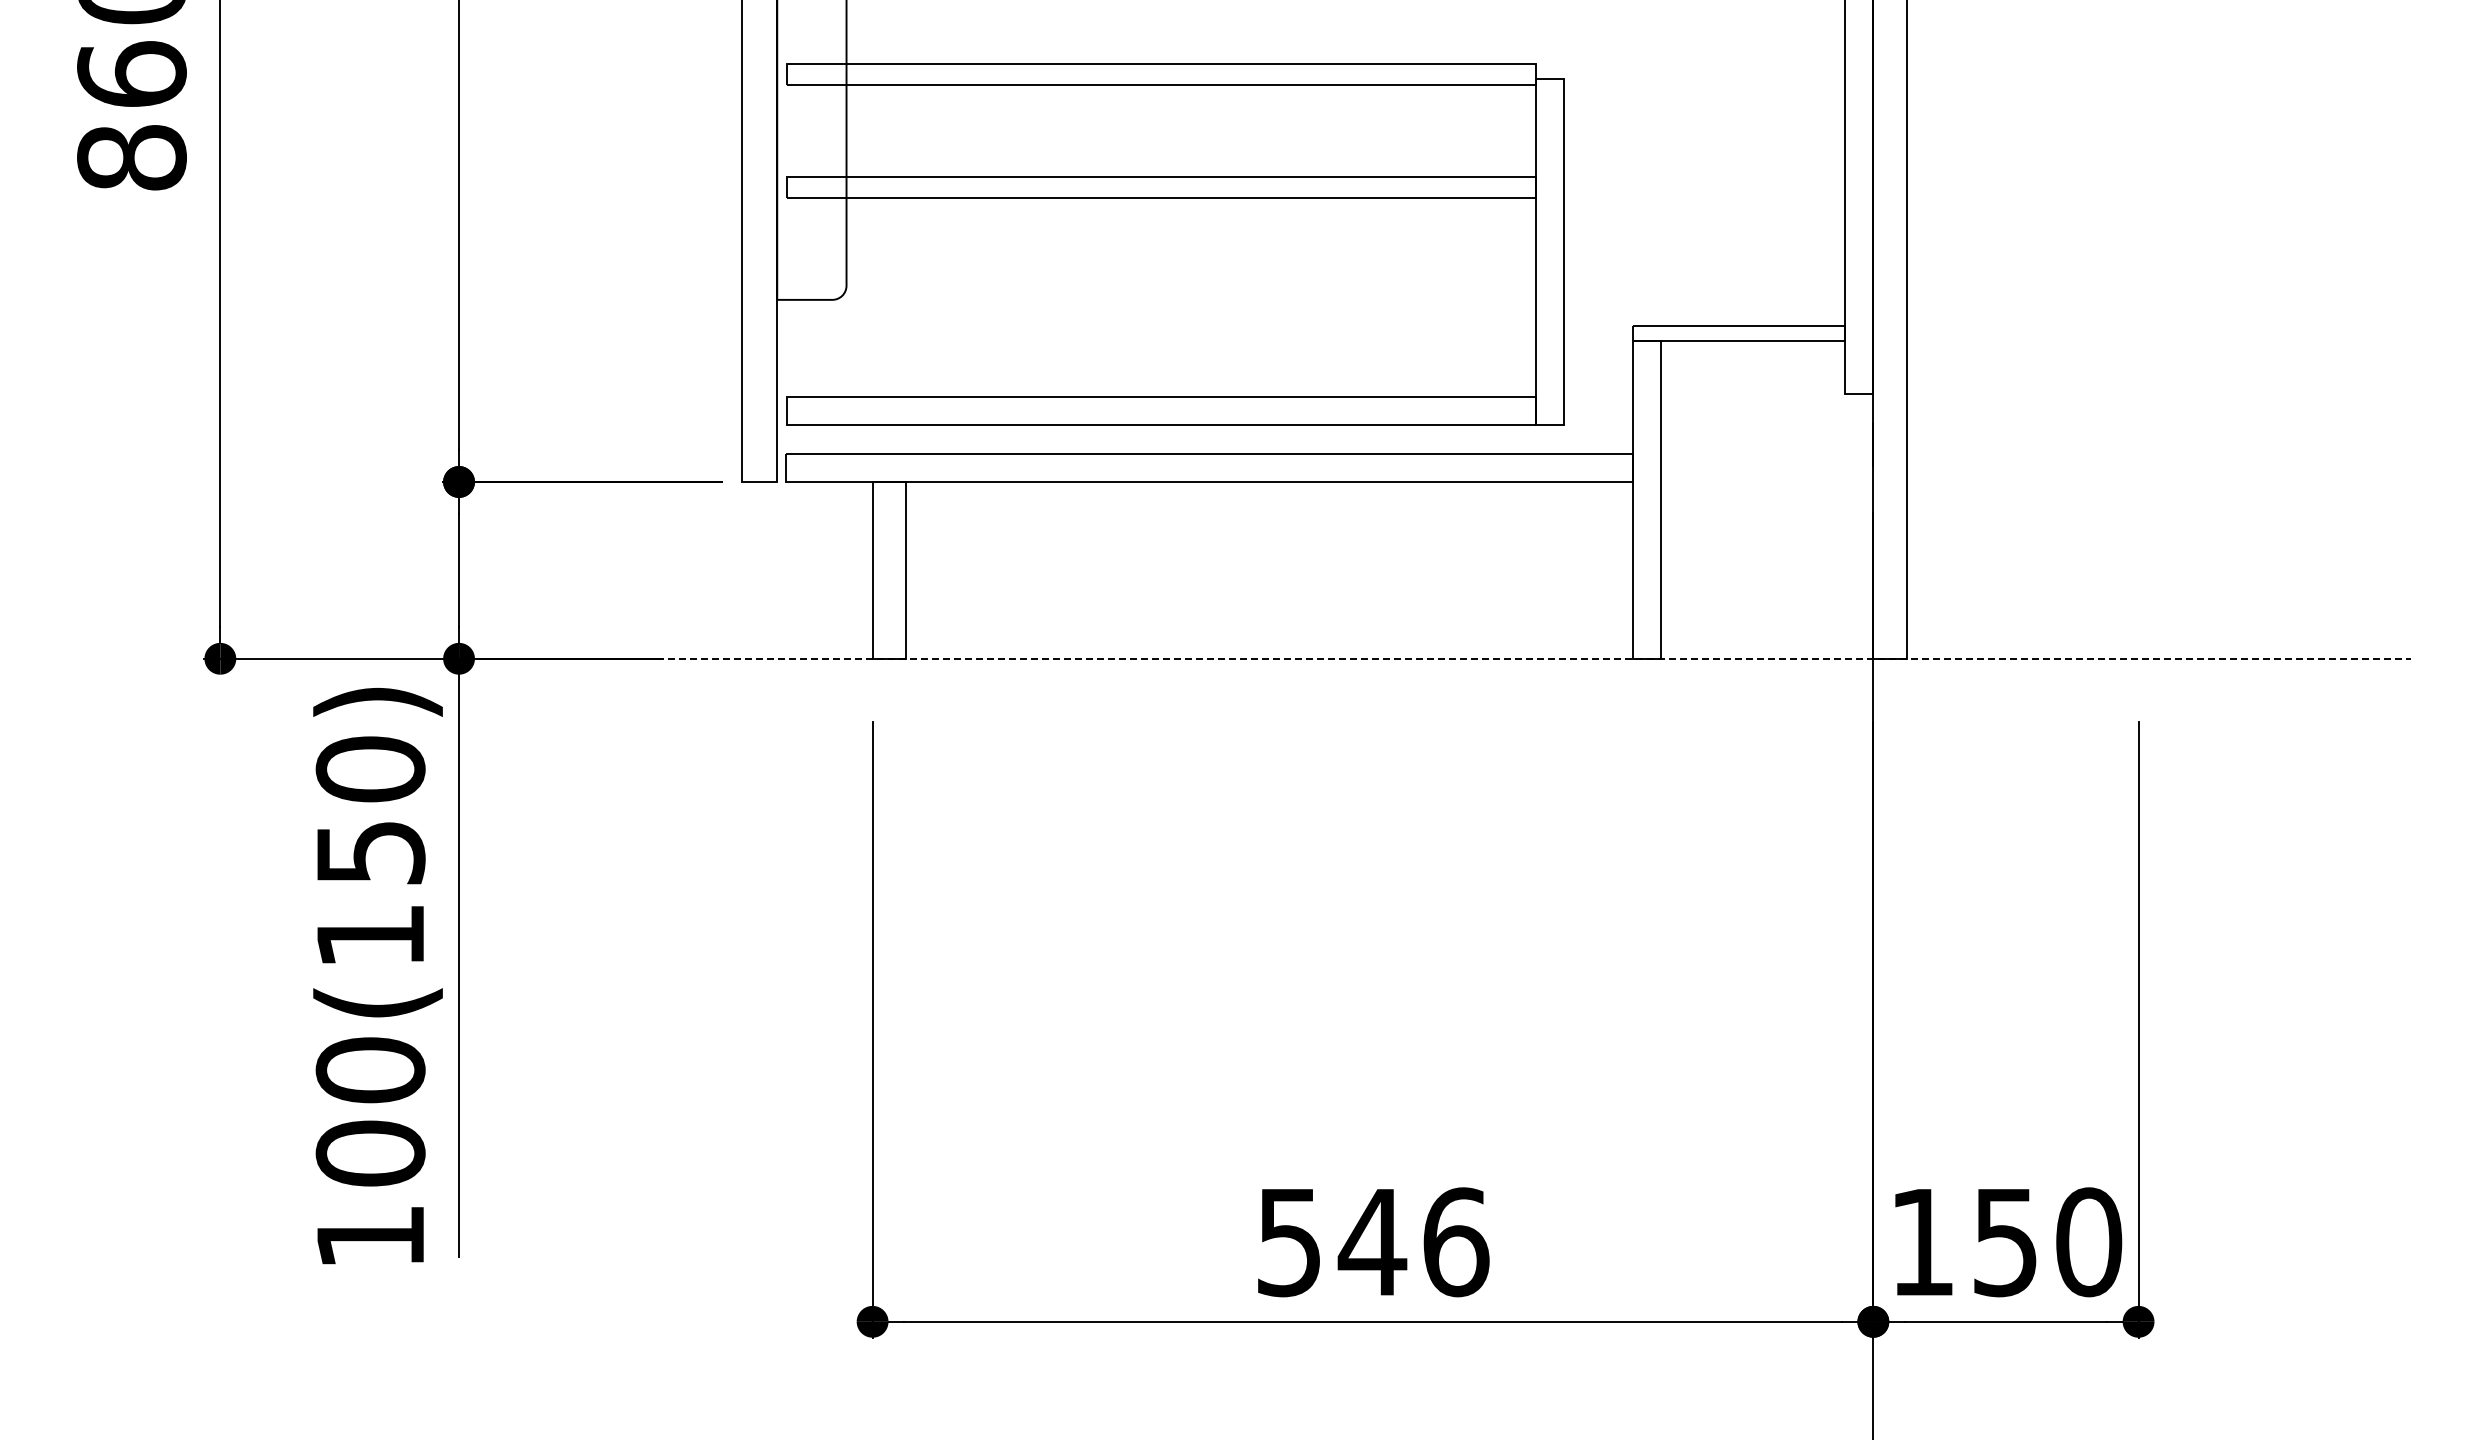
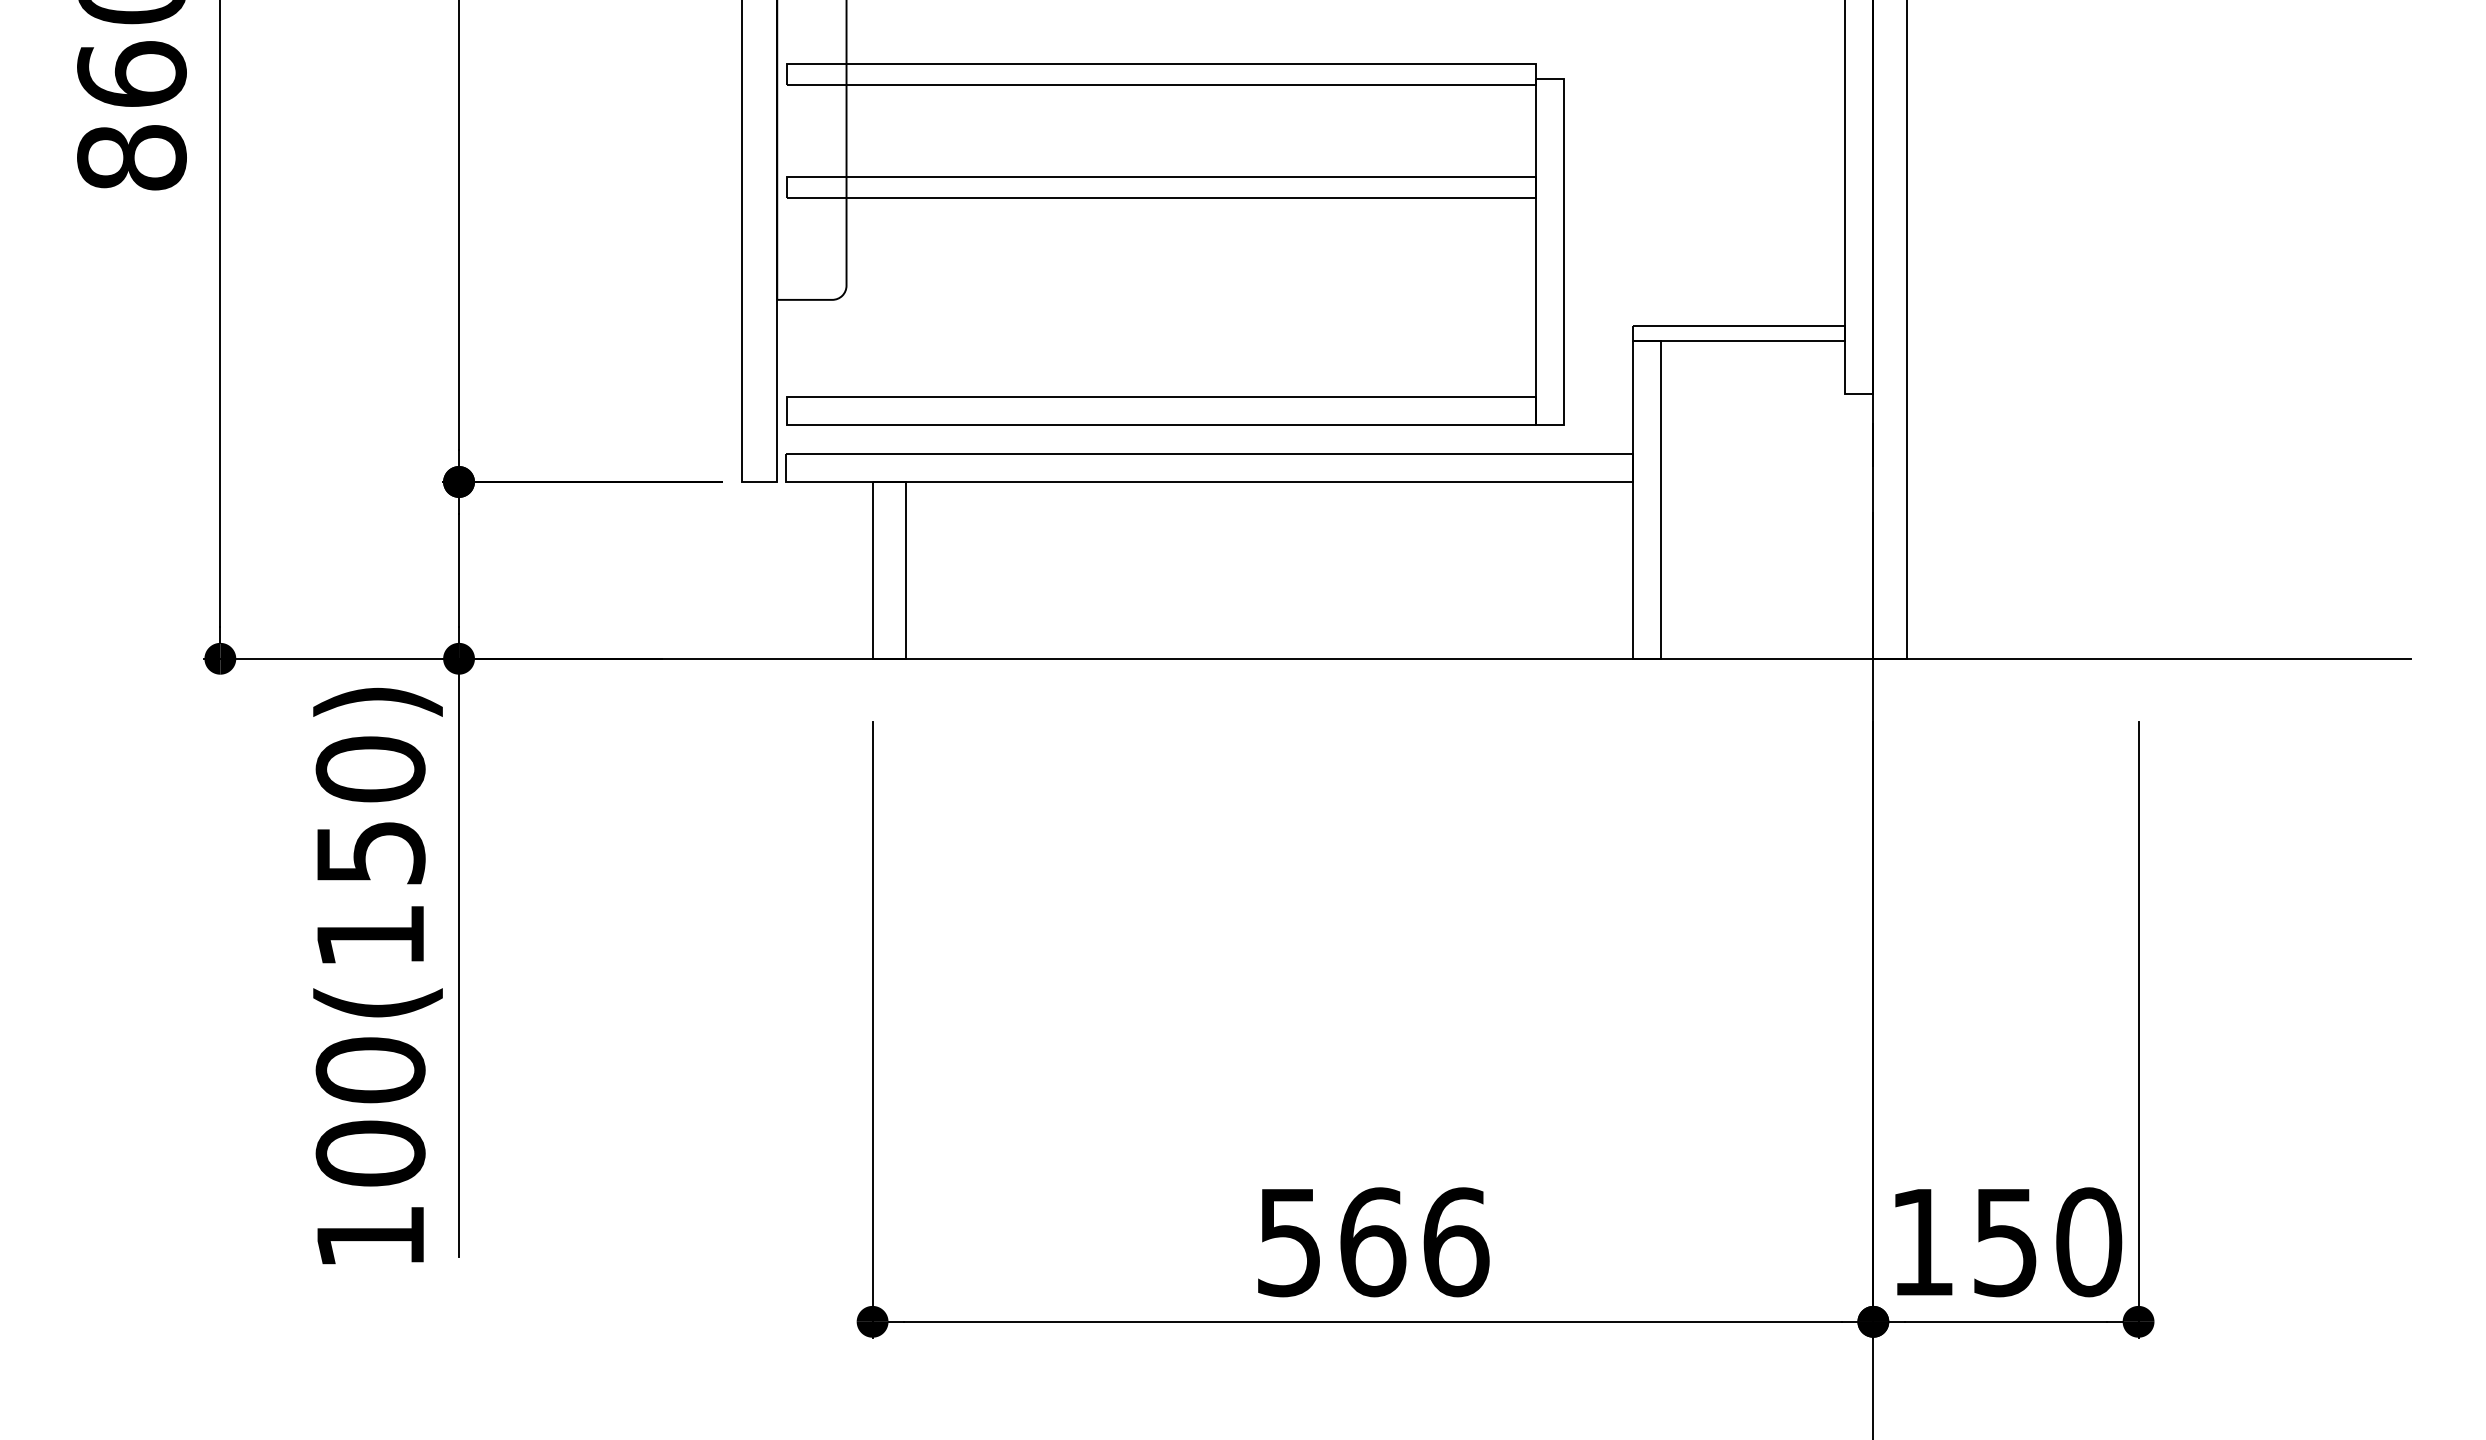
line at (1440, 658): dashed -> solid
text at (1372, 1242): 546 -> 566
